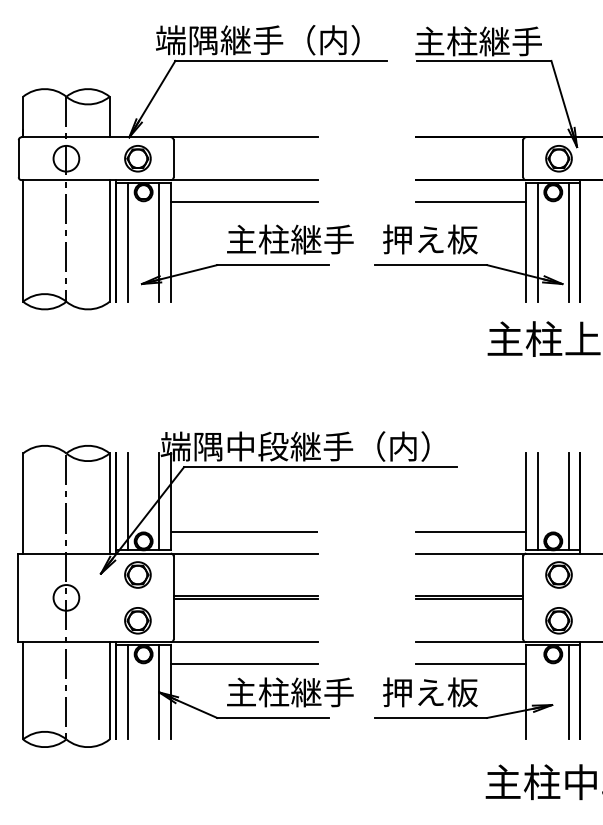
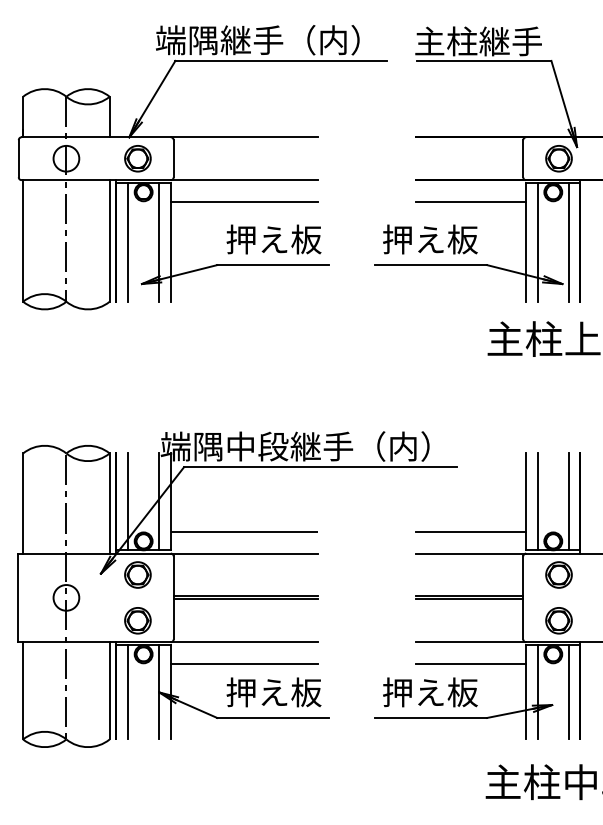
text at (289, 239): 主柱継手 -> 押え板
text at (289, 692): 主柱継手 -> 押え板
line at (537, 692): none -> present
